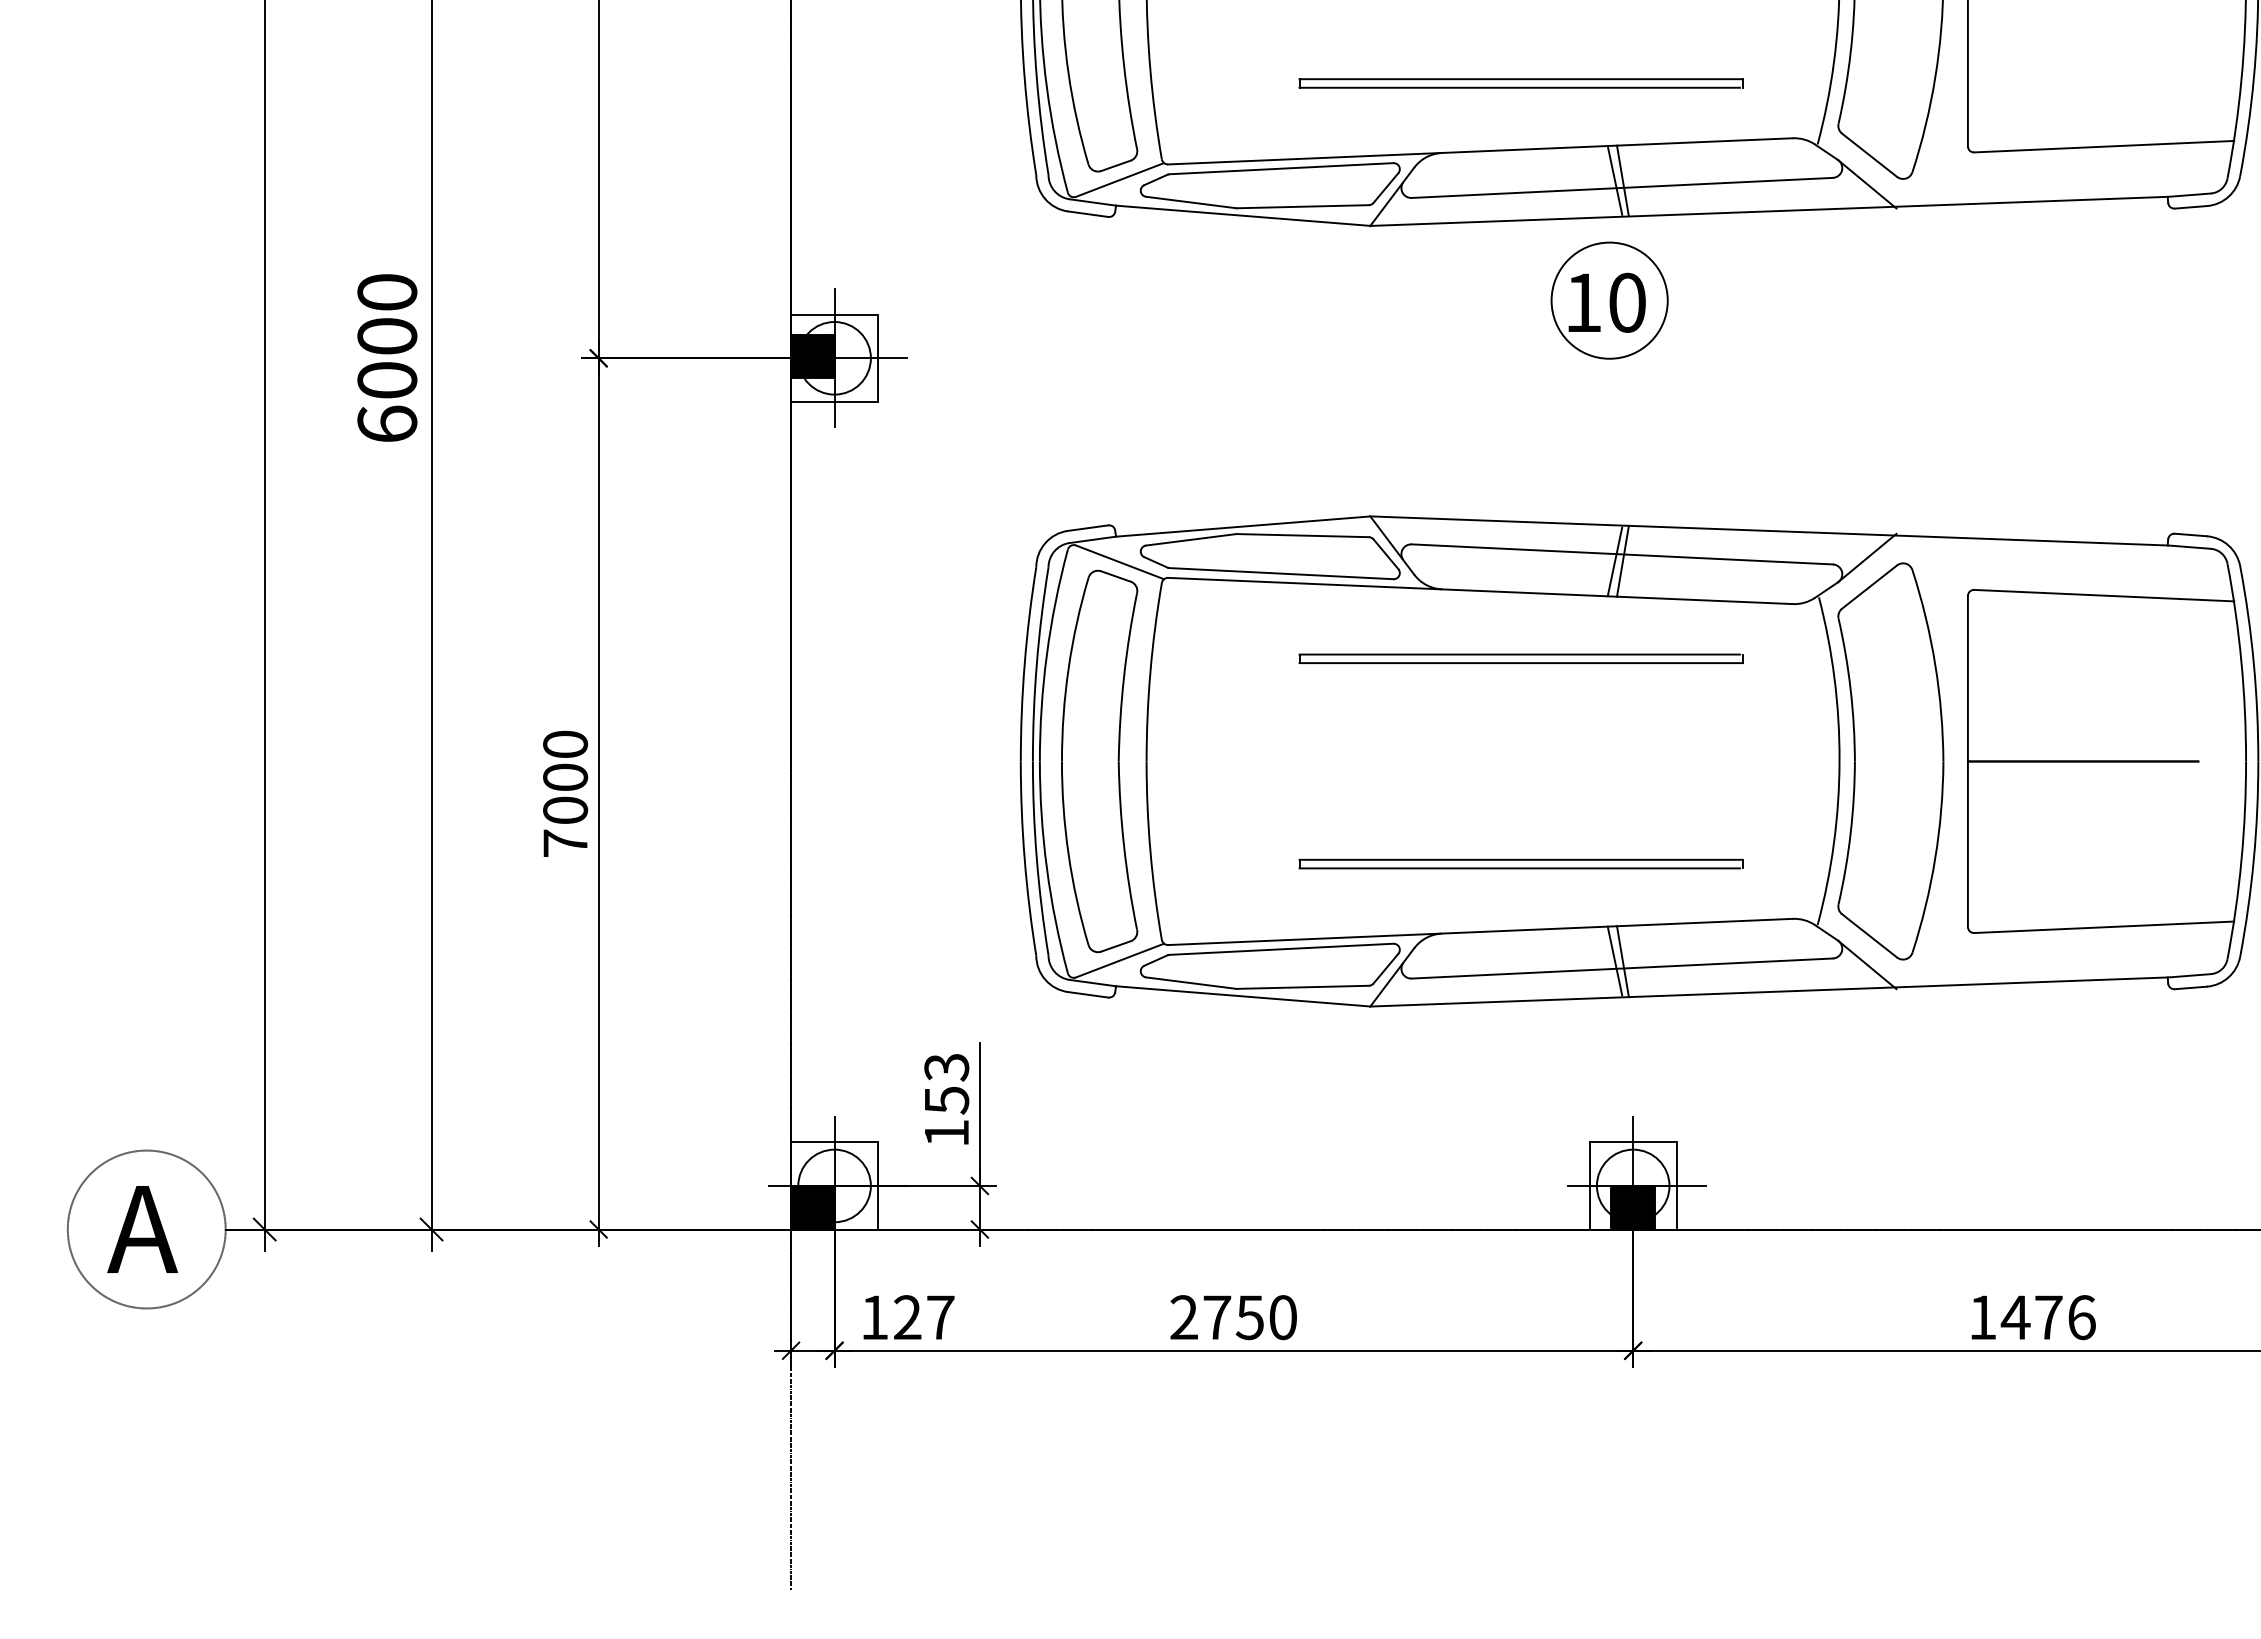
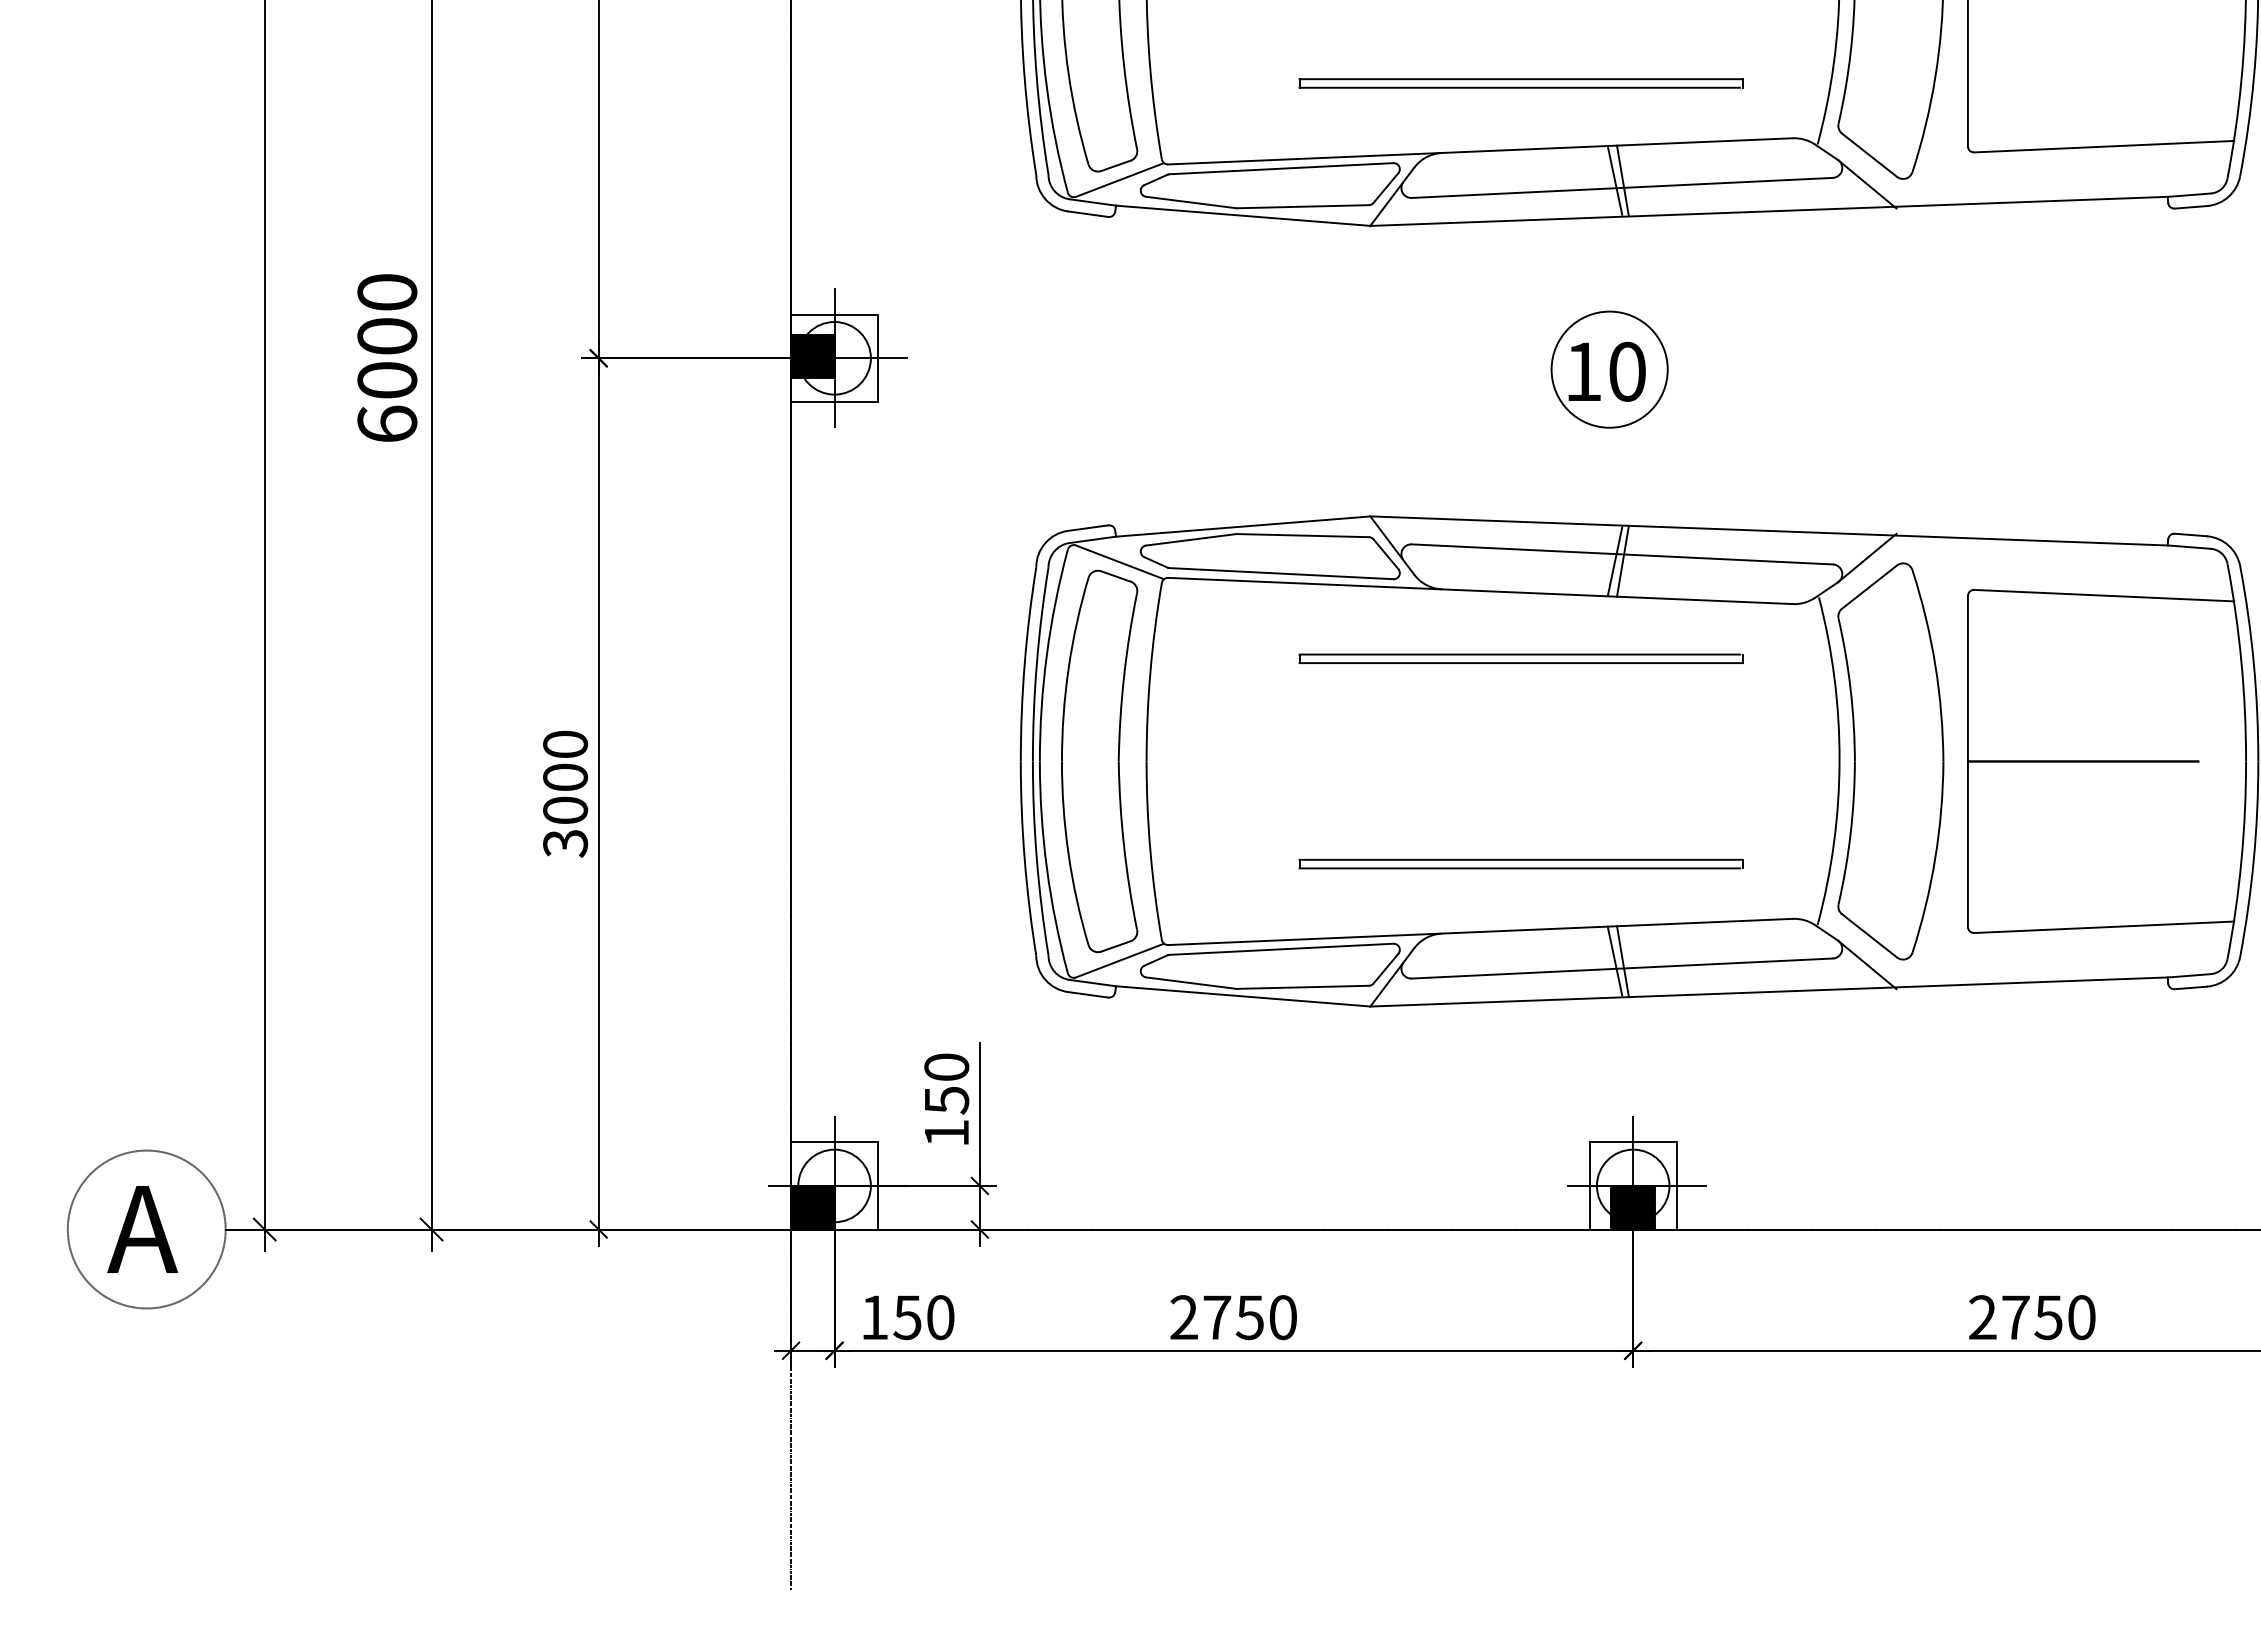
part at (1609, 300) position: (1609, 300) -> (1609, 369)
text at (565, 843): 7000 -> 3000
text at (946, 1067): 153 -> 150
text at (923, 1317): 127 -> 150
text at (2032, 1317): 1476 -> 2750
